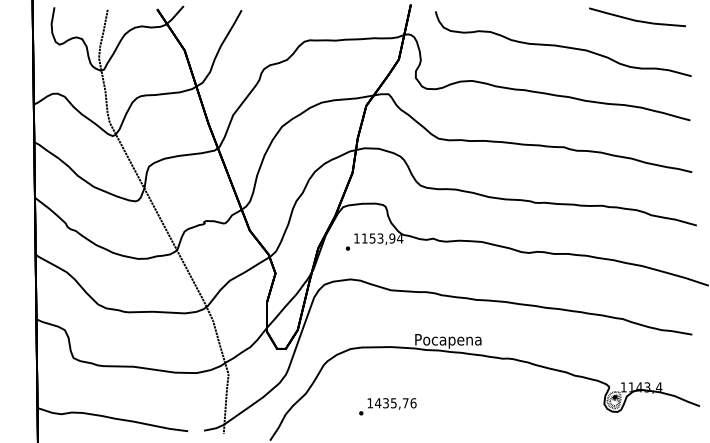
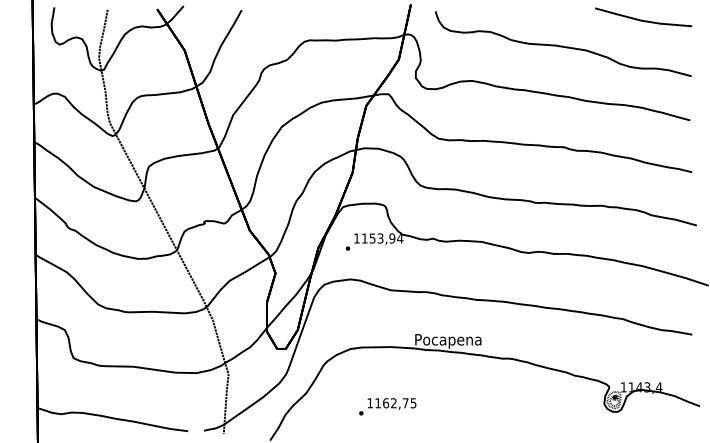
line at (636, 19) position: (636, 19) -> (642, 19)
text at (395, 403): 1435,76 -> 1162,75
